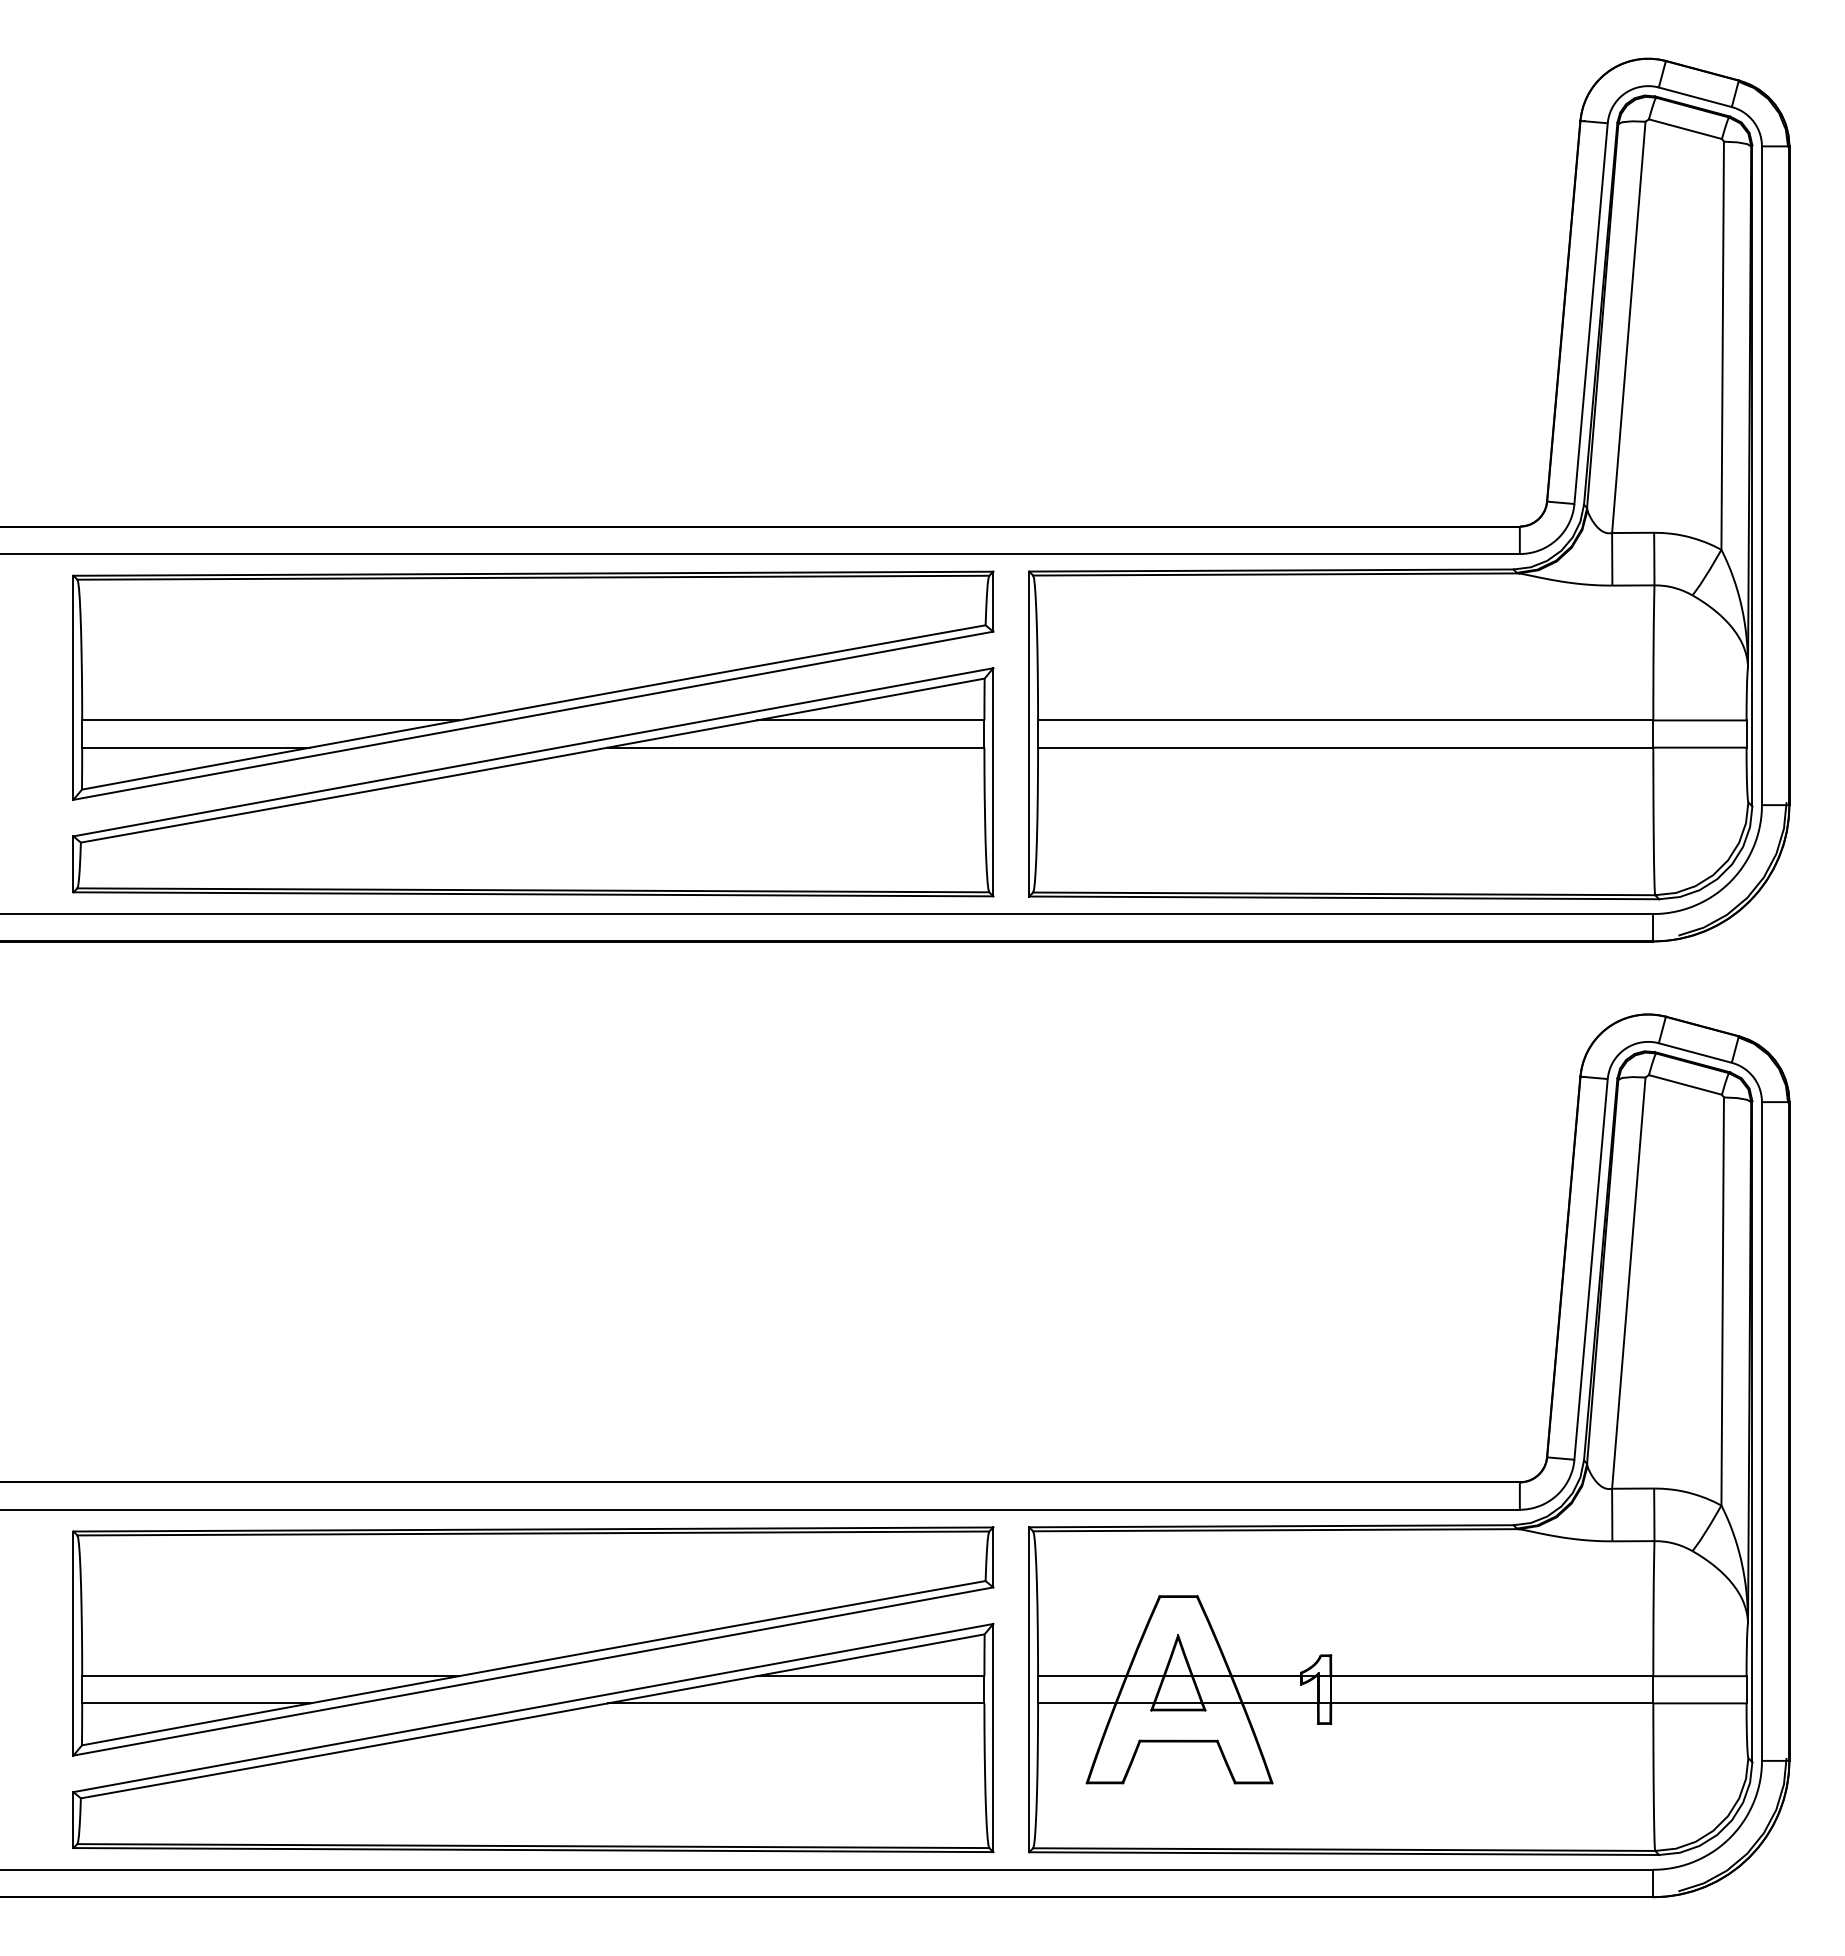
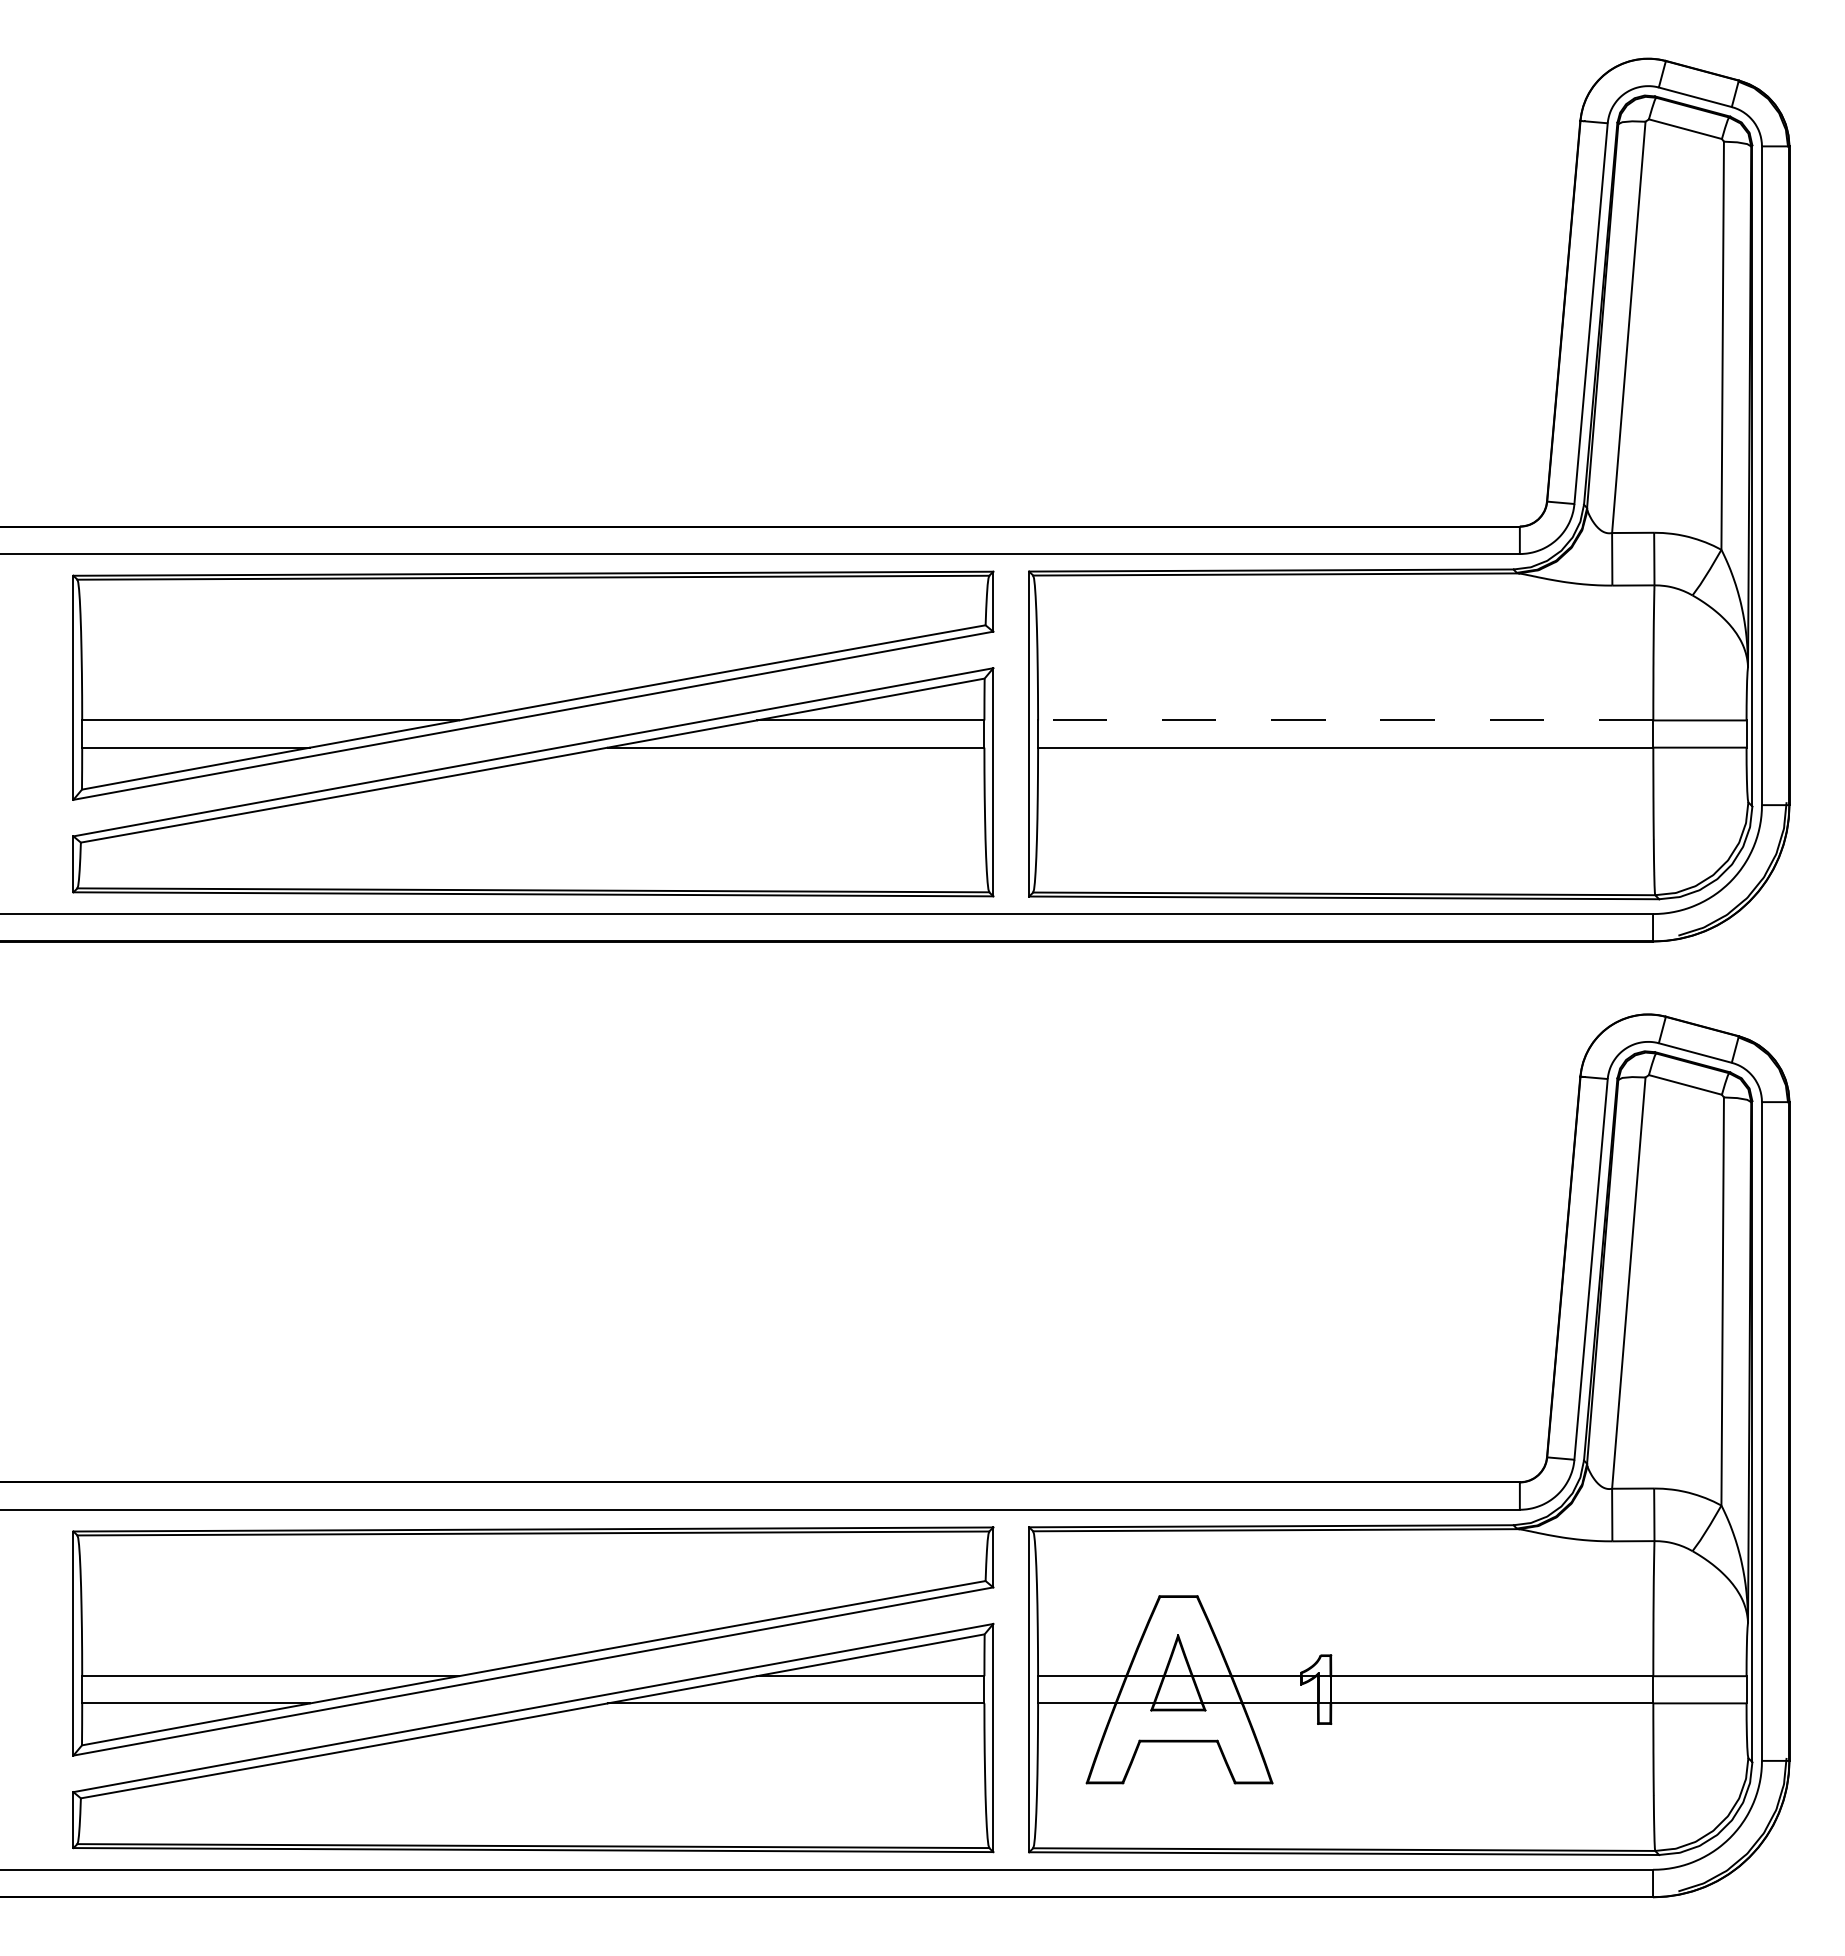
line at (1345, 720): solid -> dashed
